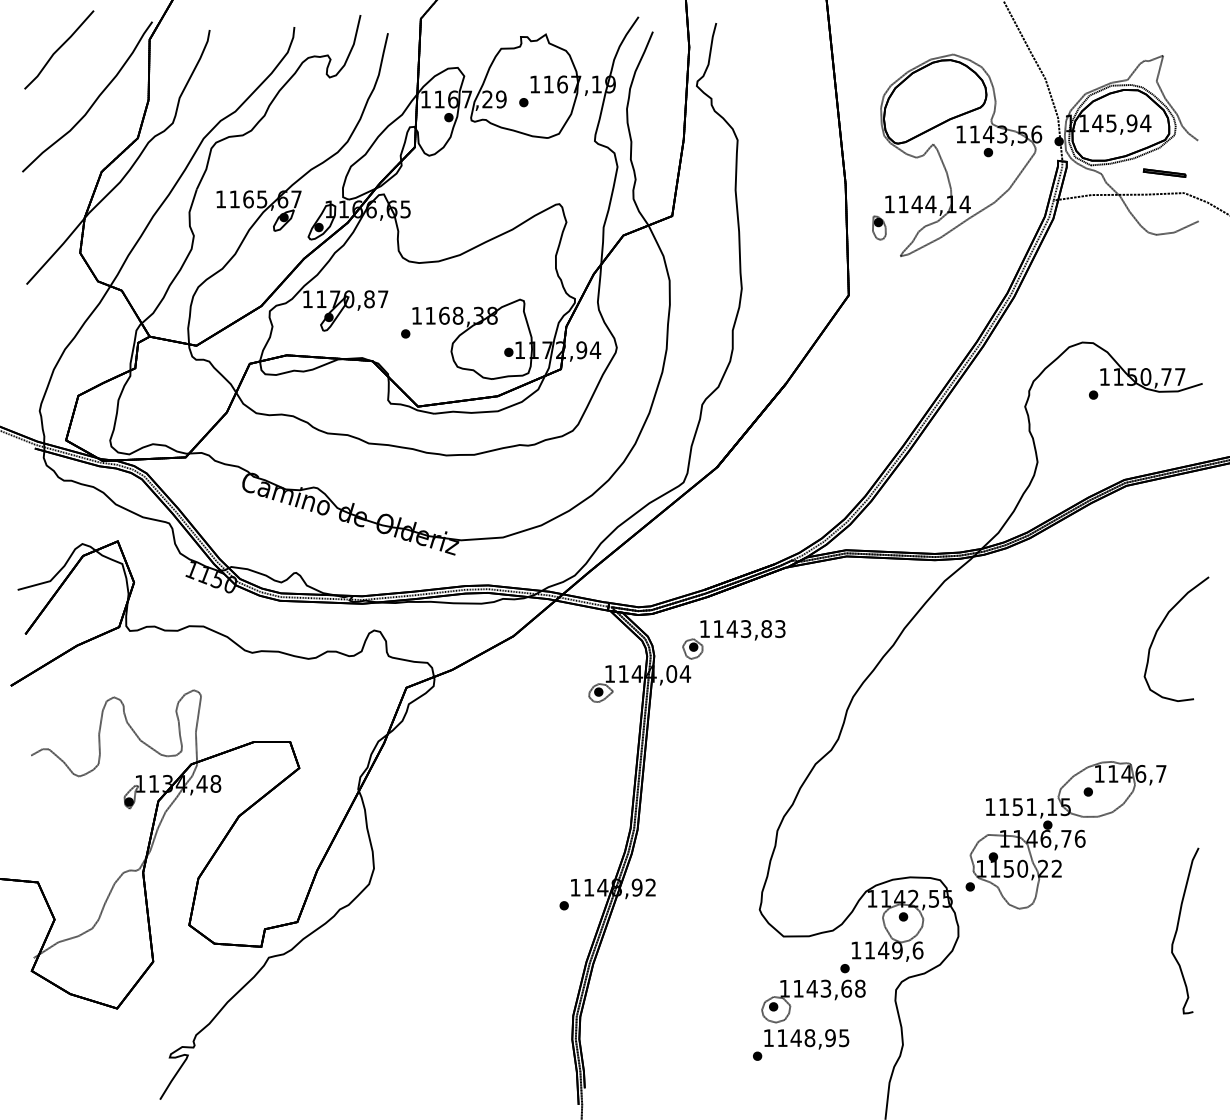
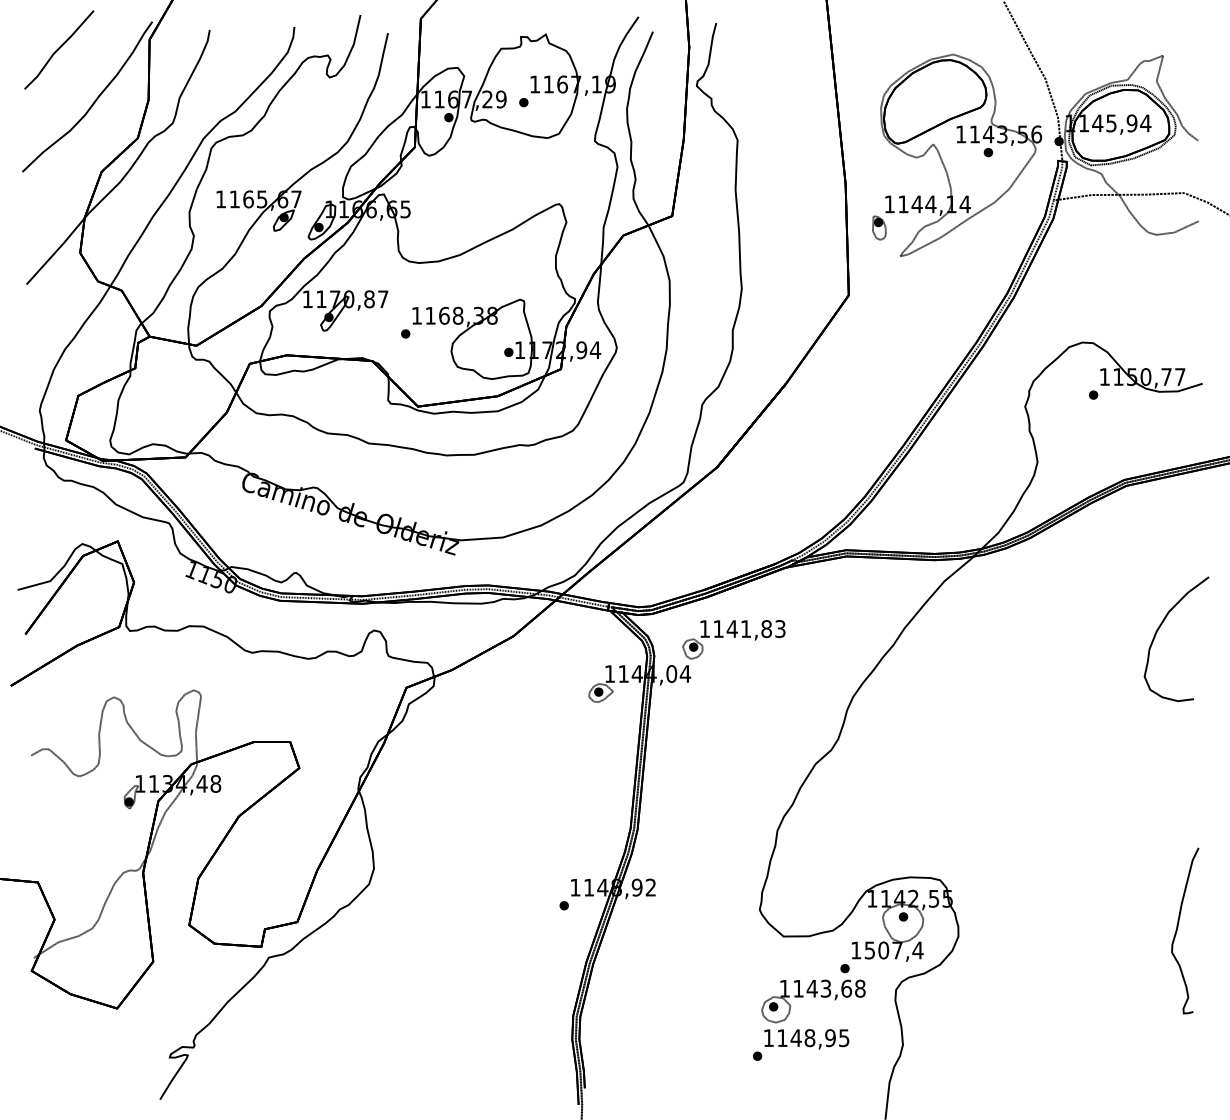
part at (1164, 172): present -> none
text at (746, 629): 1143,83 -> 1141,83
part at (1065, 835): present -> none
text at (893, 950): 1149,6 -> 1507,4
